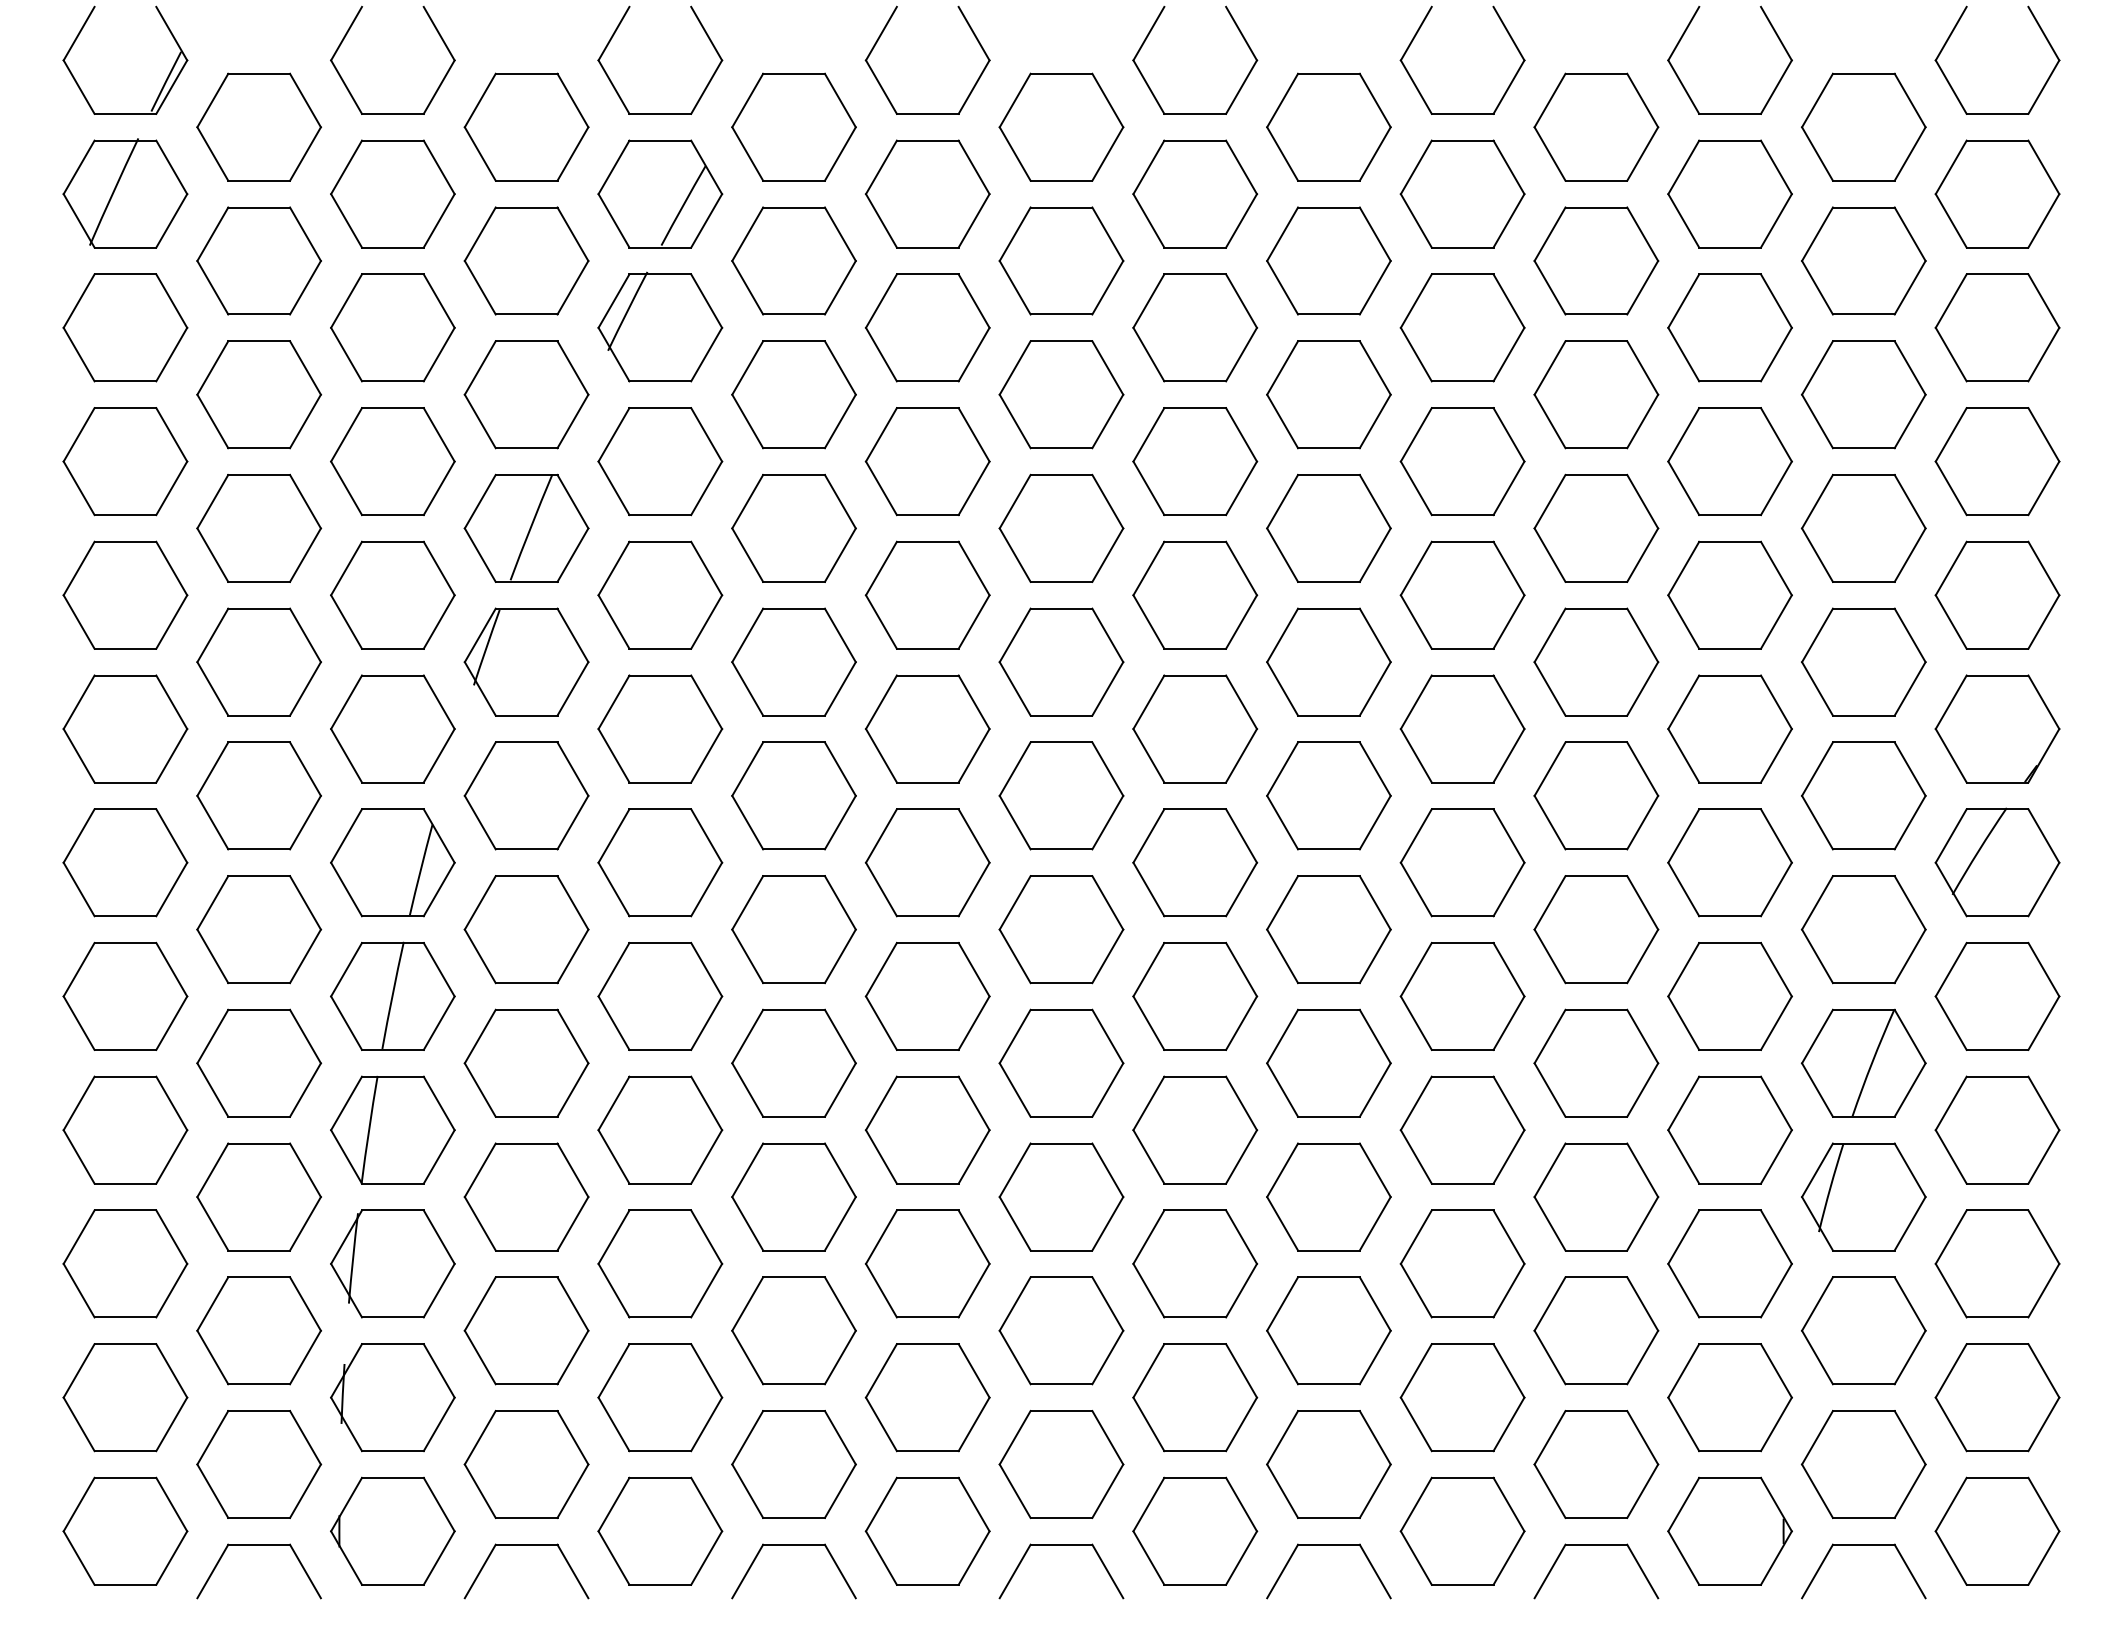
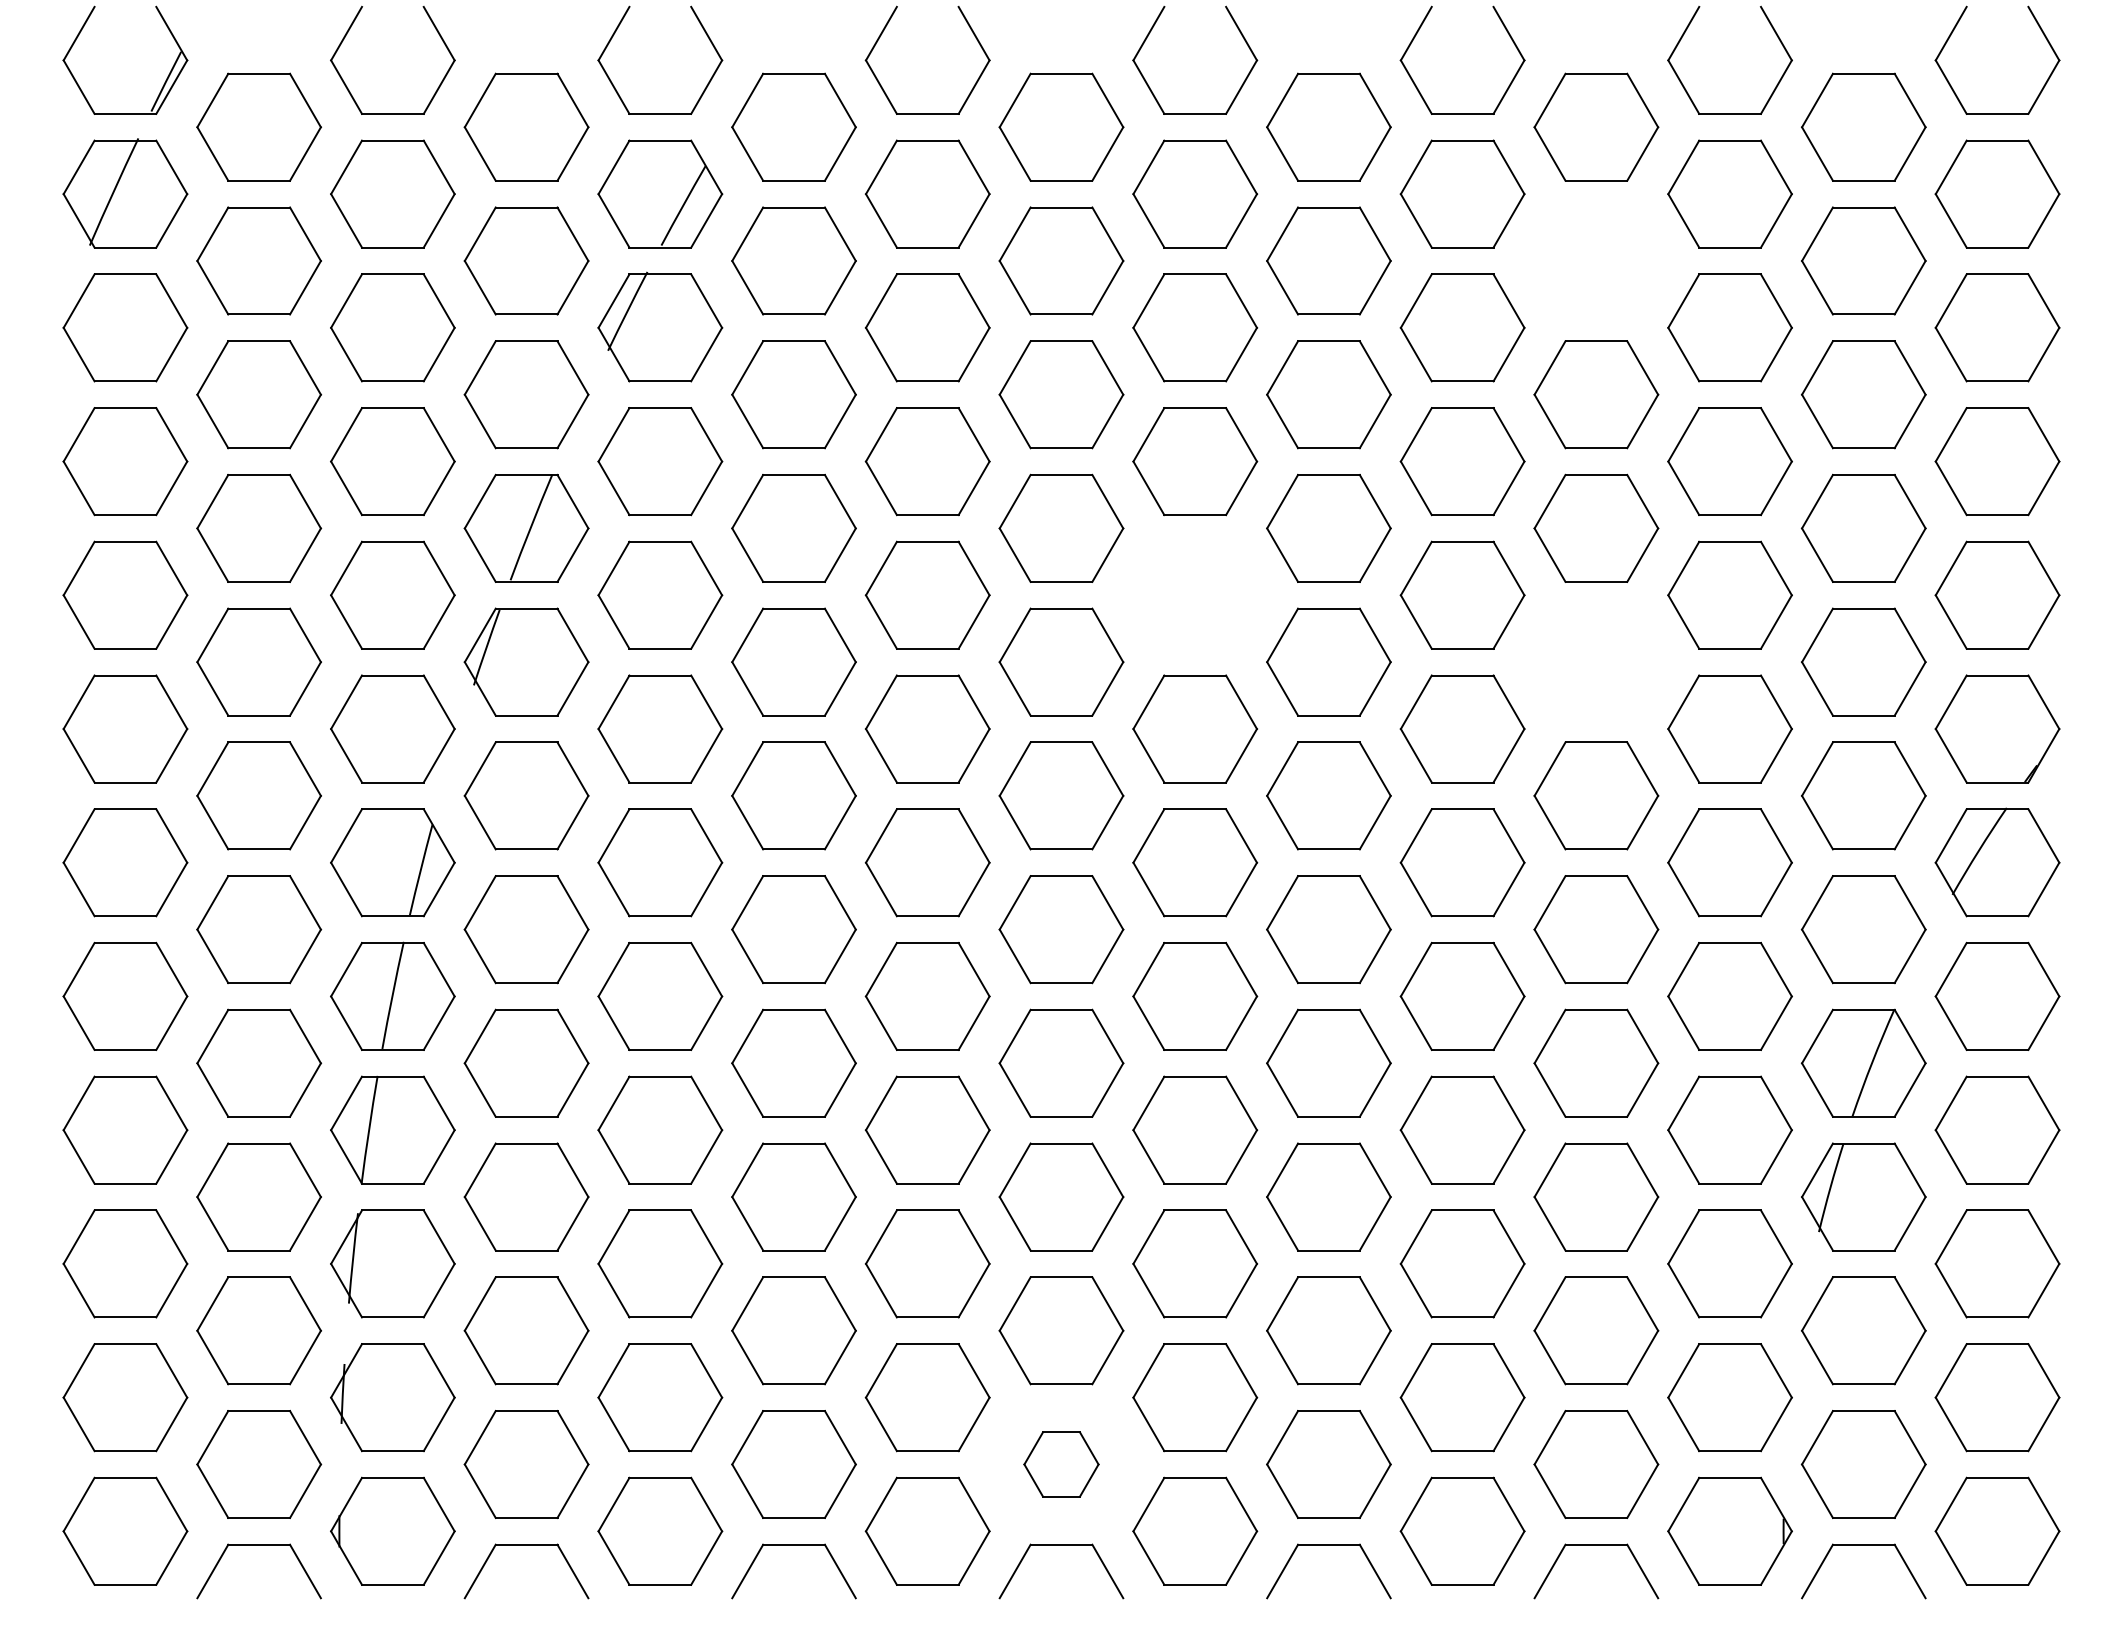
part at (1596, 260): present -> none
part at (1195, 594): present -> none
part at (1596, 661): present -> none
part at (1061, 1464) size: 127x109 px -> 77x67 px
